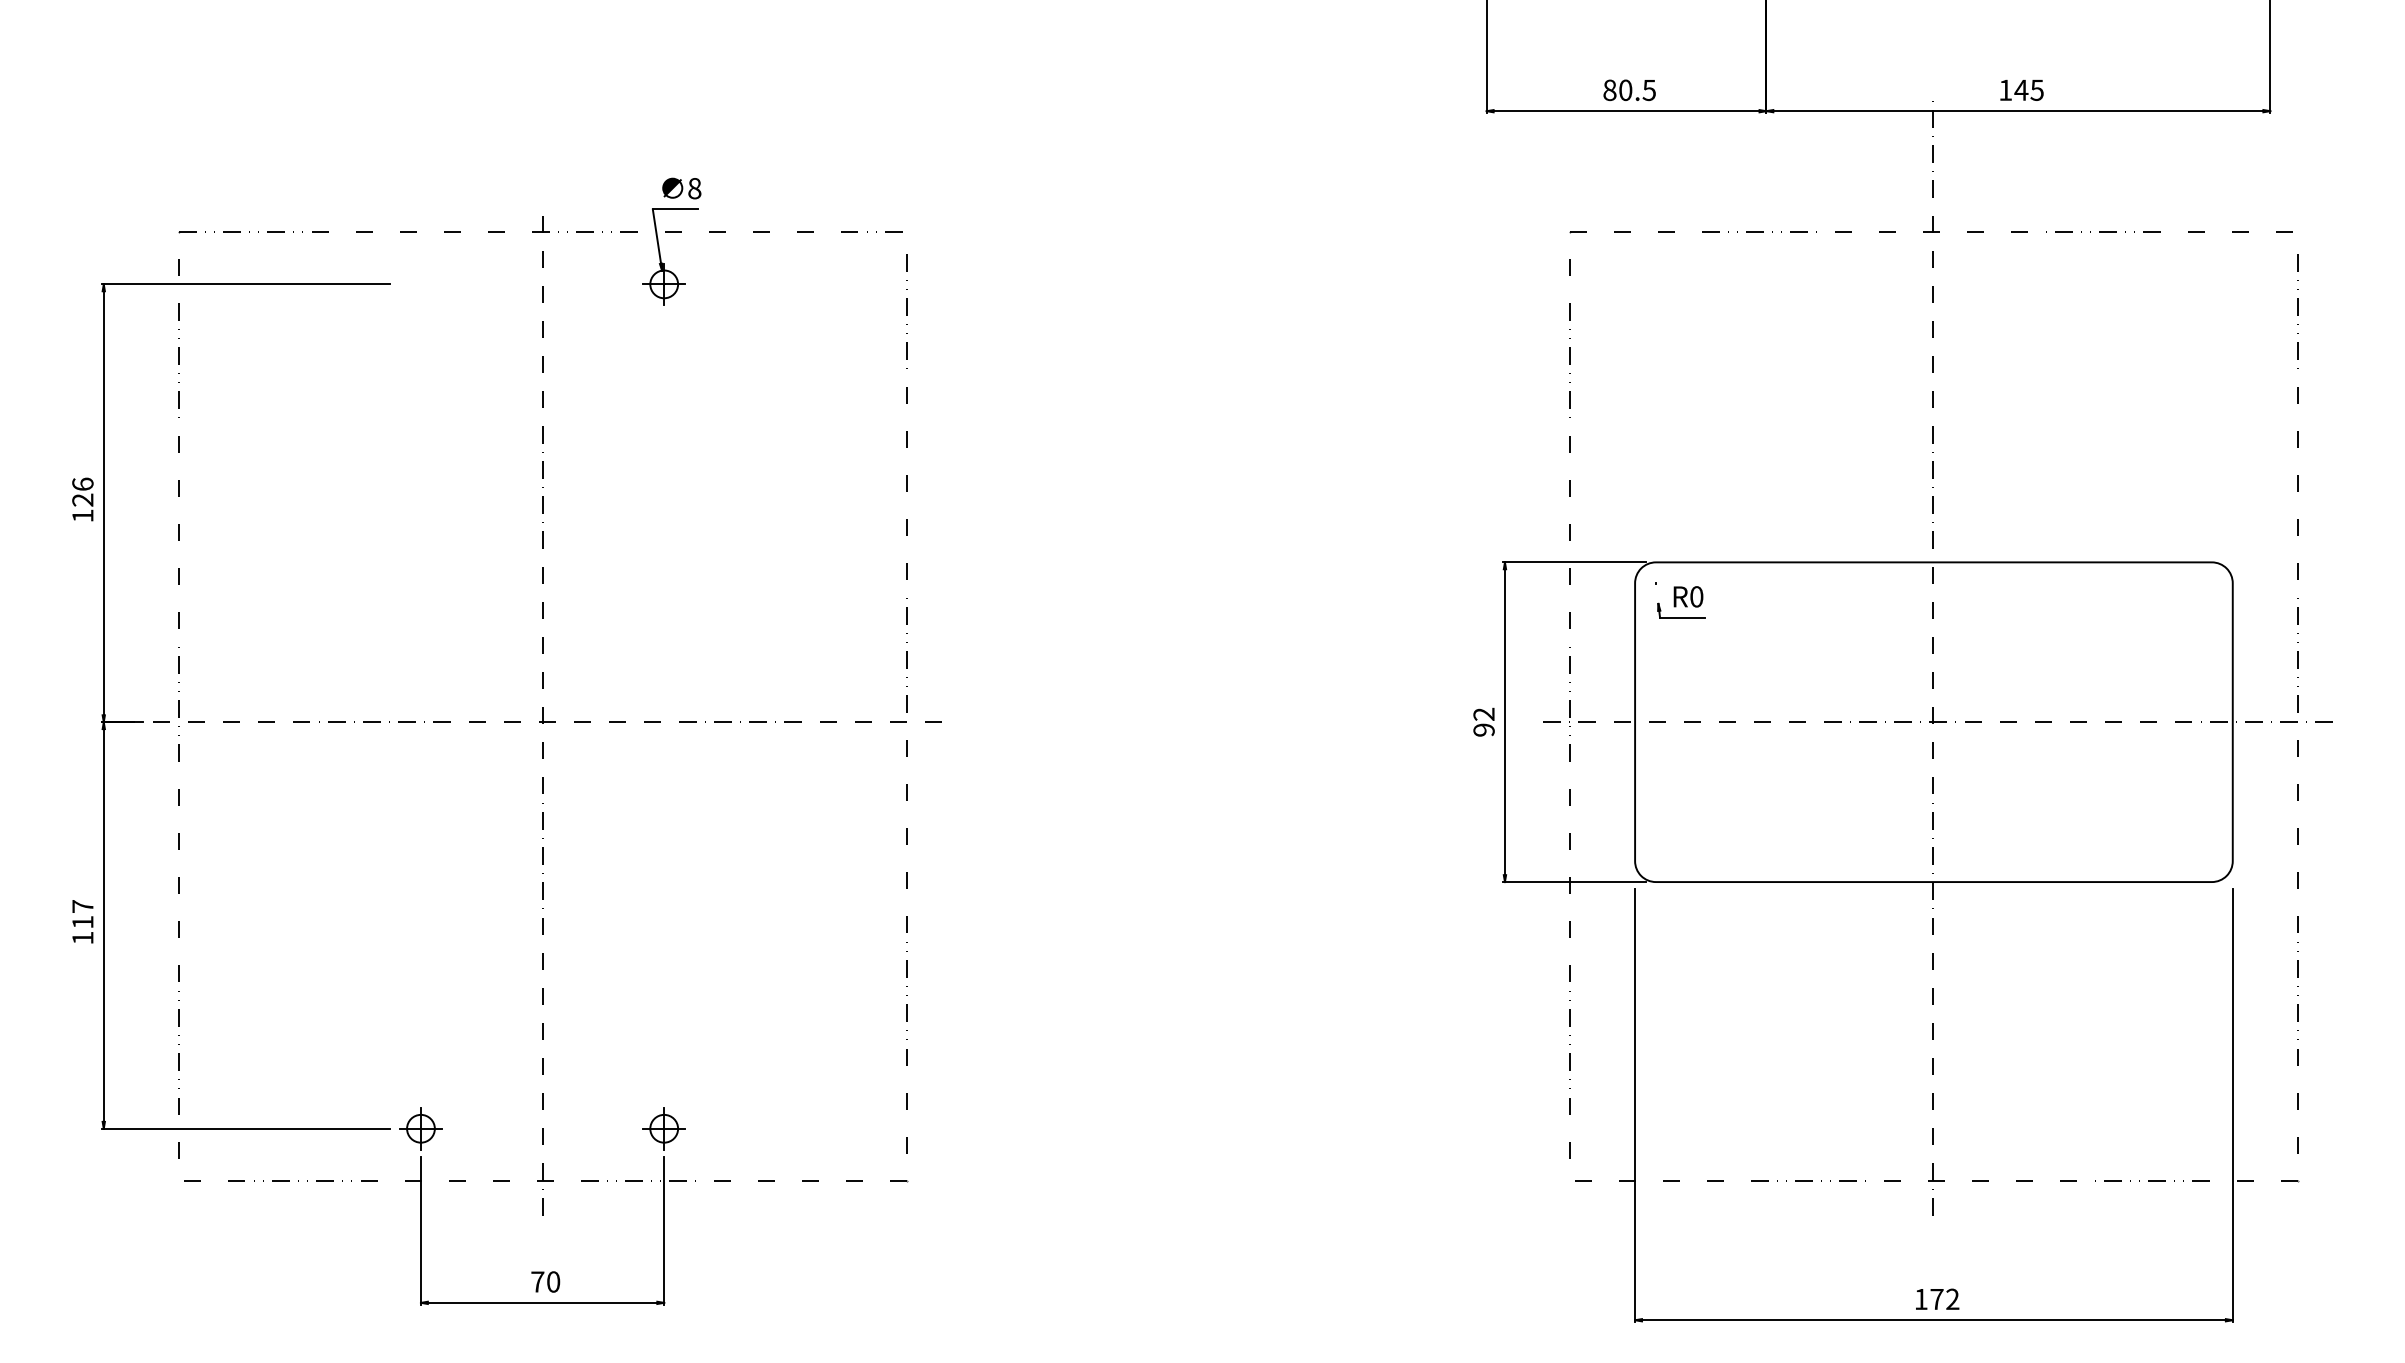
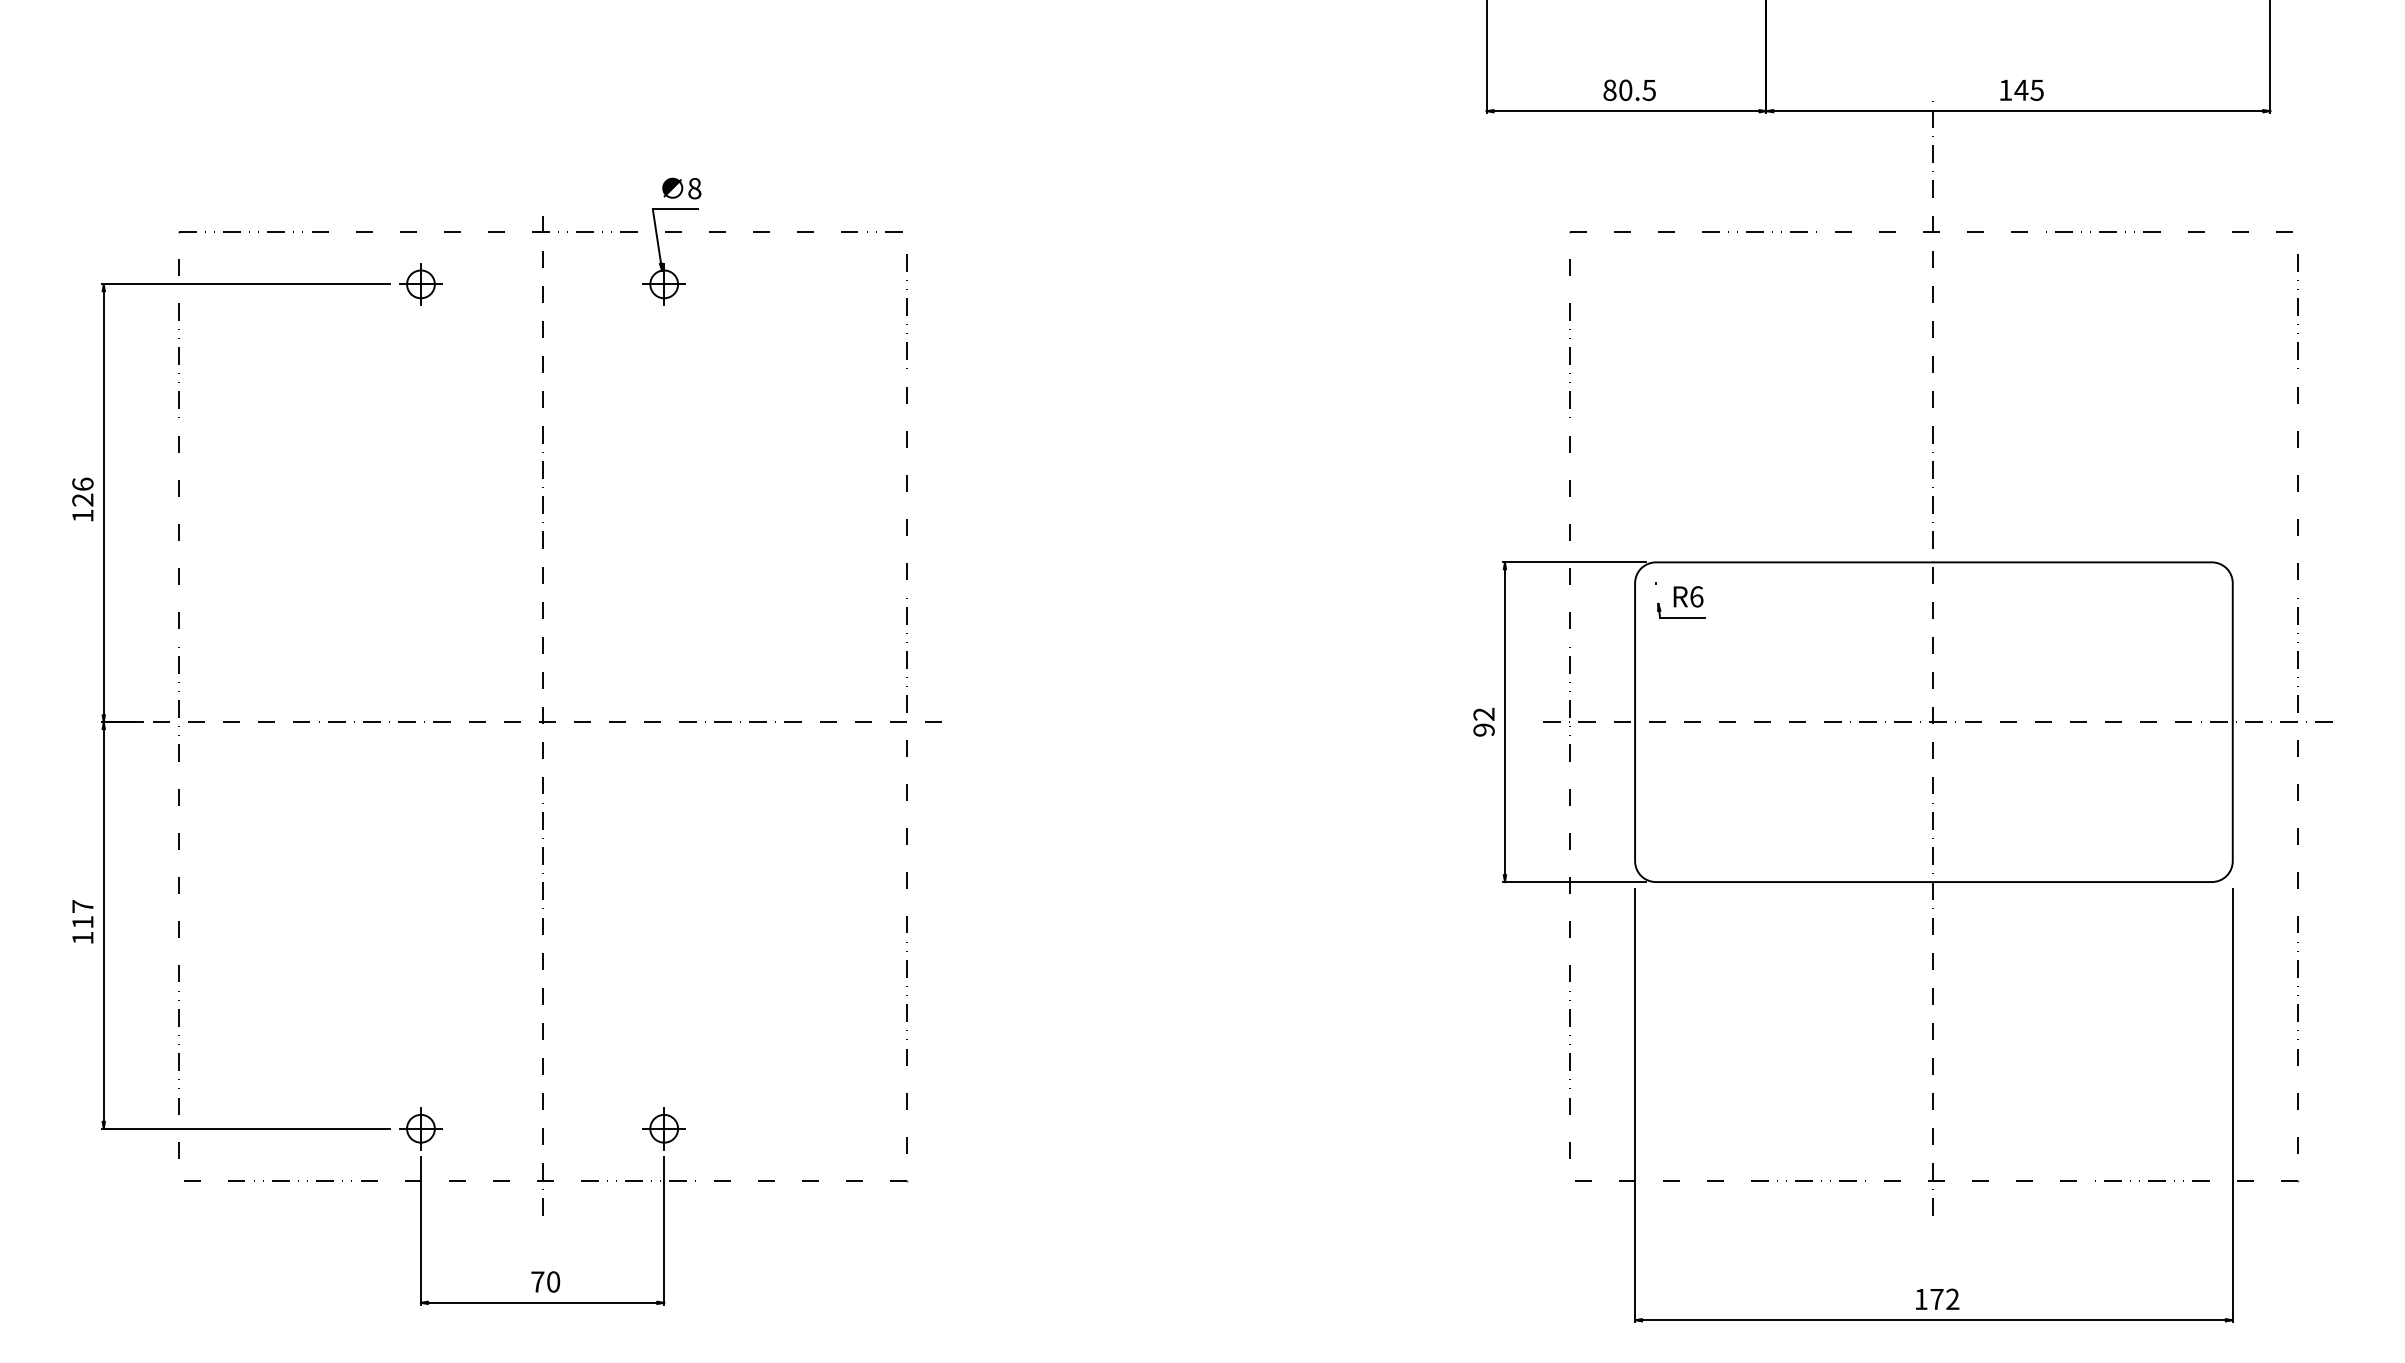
part at (420, 284): none -> present
text at (1696, 596): R0 -> R6
